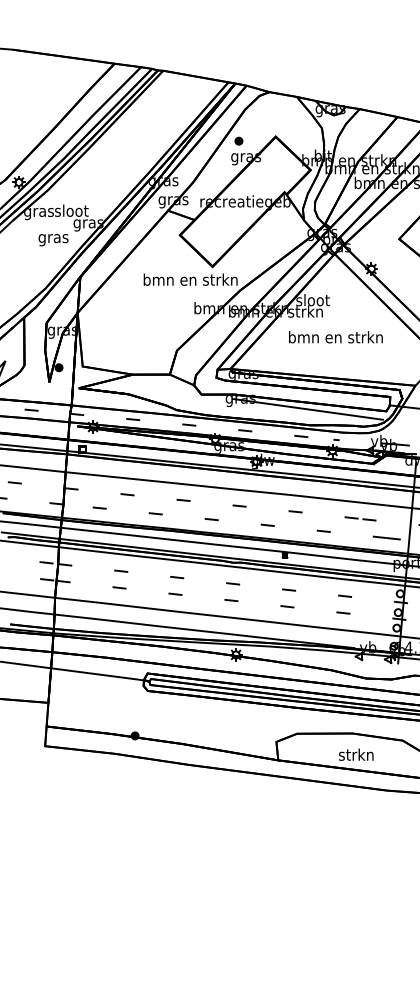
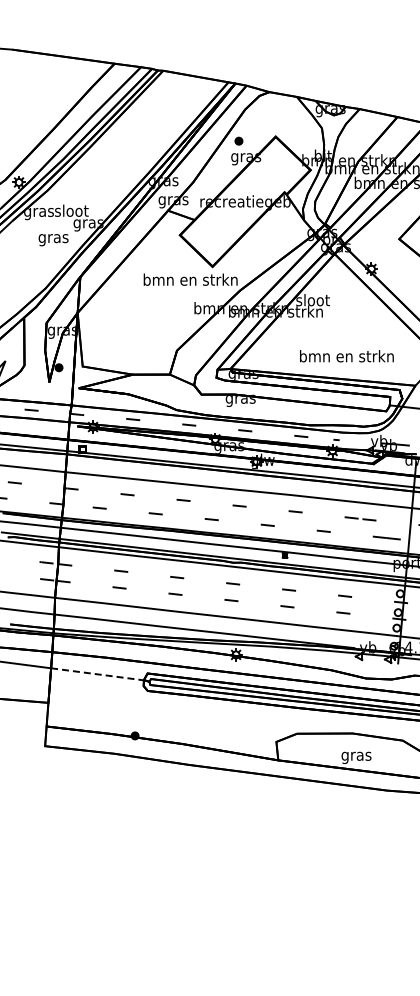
text at (335, 337) position: (335, 337) -> (346, 356)
line at (307, 408): present -> none
line at (100, 674): solid -> dashed
text at (356, 756): strkn -> gras
